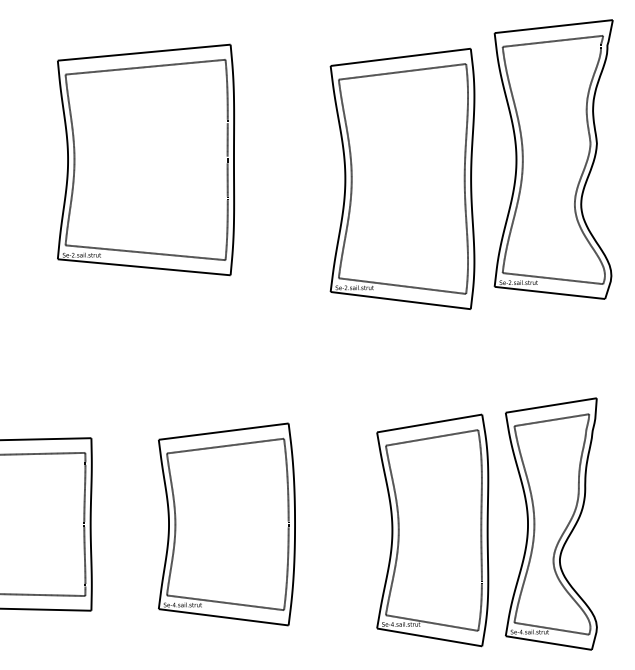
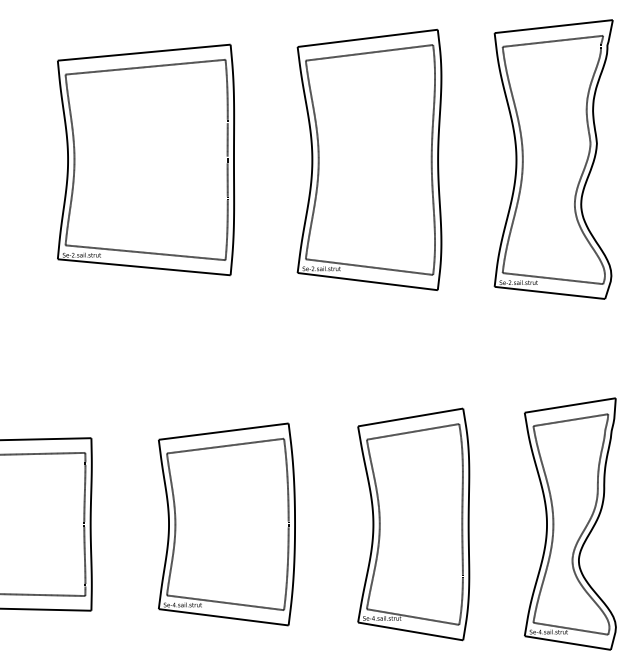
part at (402, 178) position: (402, 178) -> (369, 159)
part at (551, 523) position: (551, 523) -> (570, 523)
part at (432, 530) position: (432, 530) -> (413, 524)
